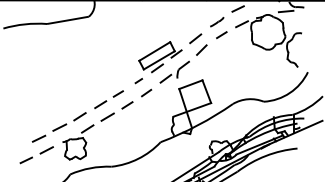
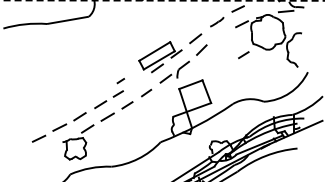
line at (162, 0): solid -> dashed
line at (221, 35) position: (221, 35) -> (243, 55)
line at (138, 81) position: (138, 81) -> (120, 81)
part at (36, 155): present -> none
